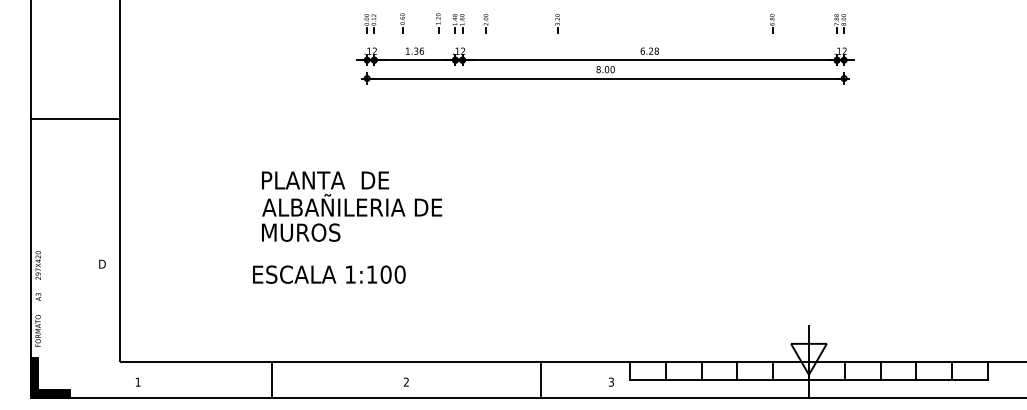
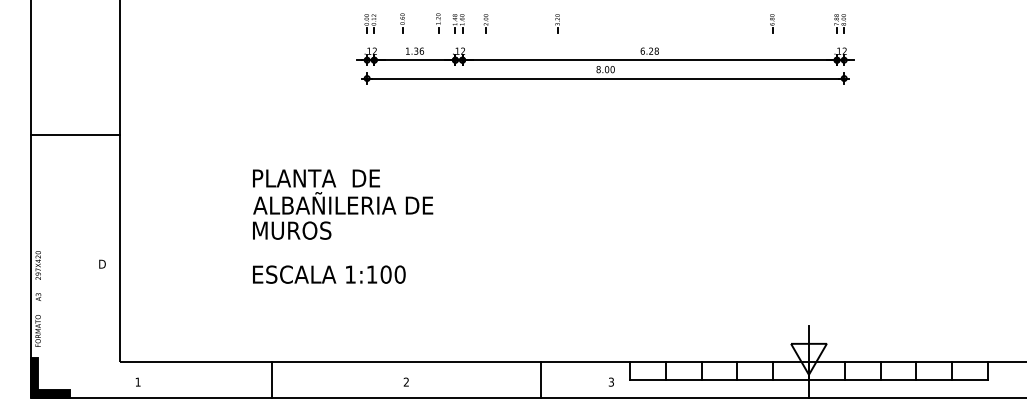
line at (75, 118) position: (75, 118) -> (75, 134)
text at (352, 206) position: (352, 206) -> (343, 204)
